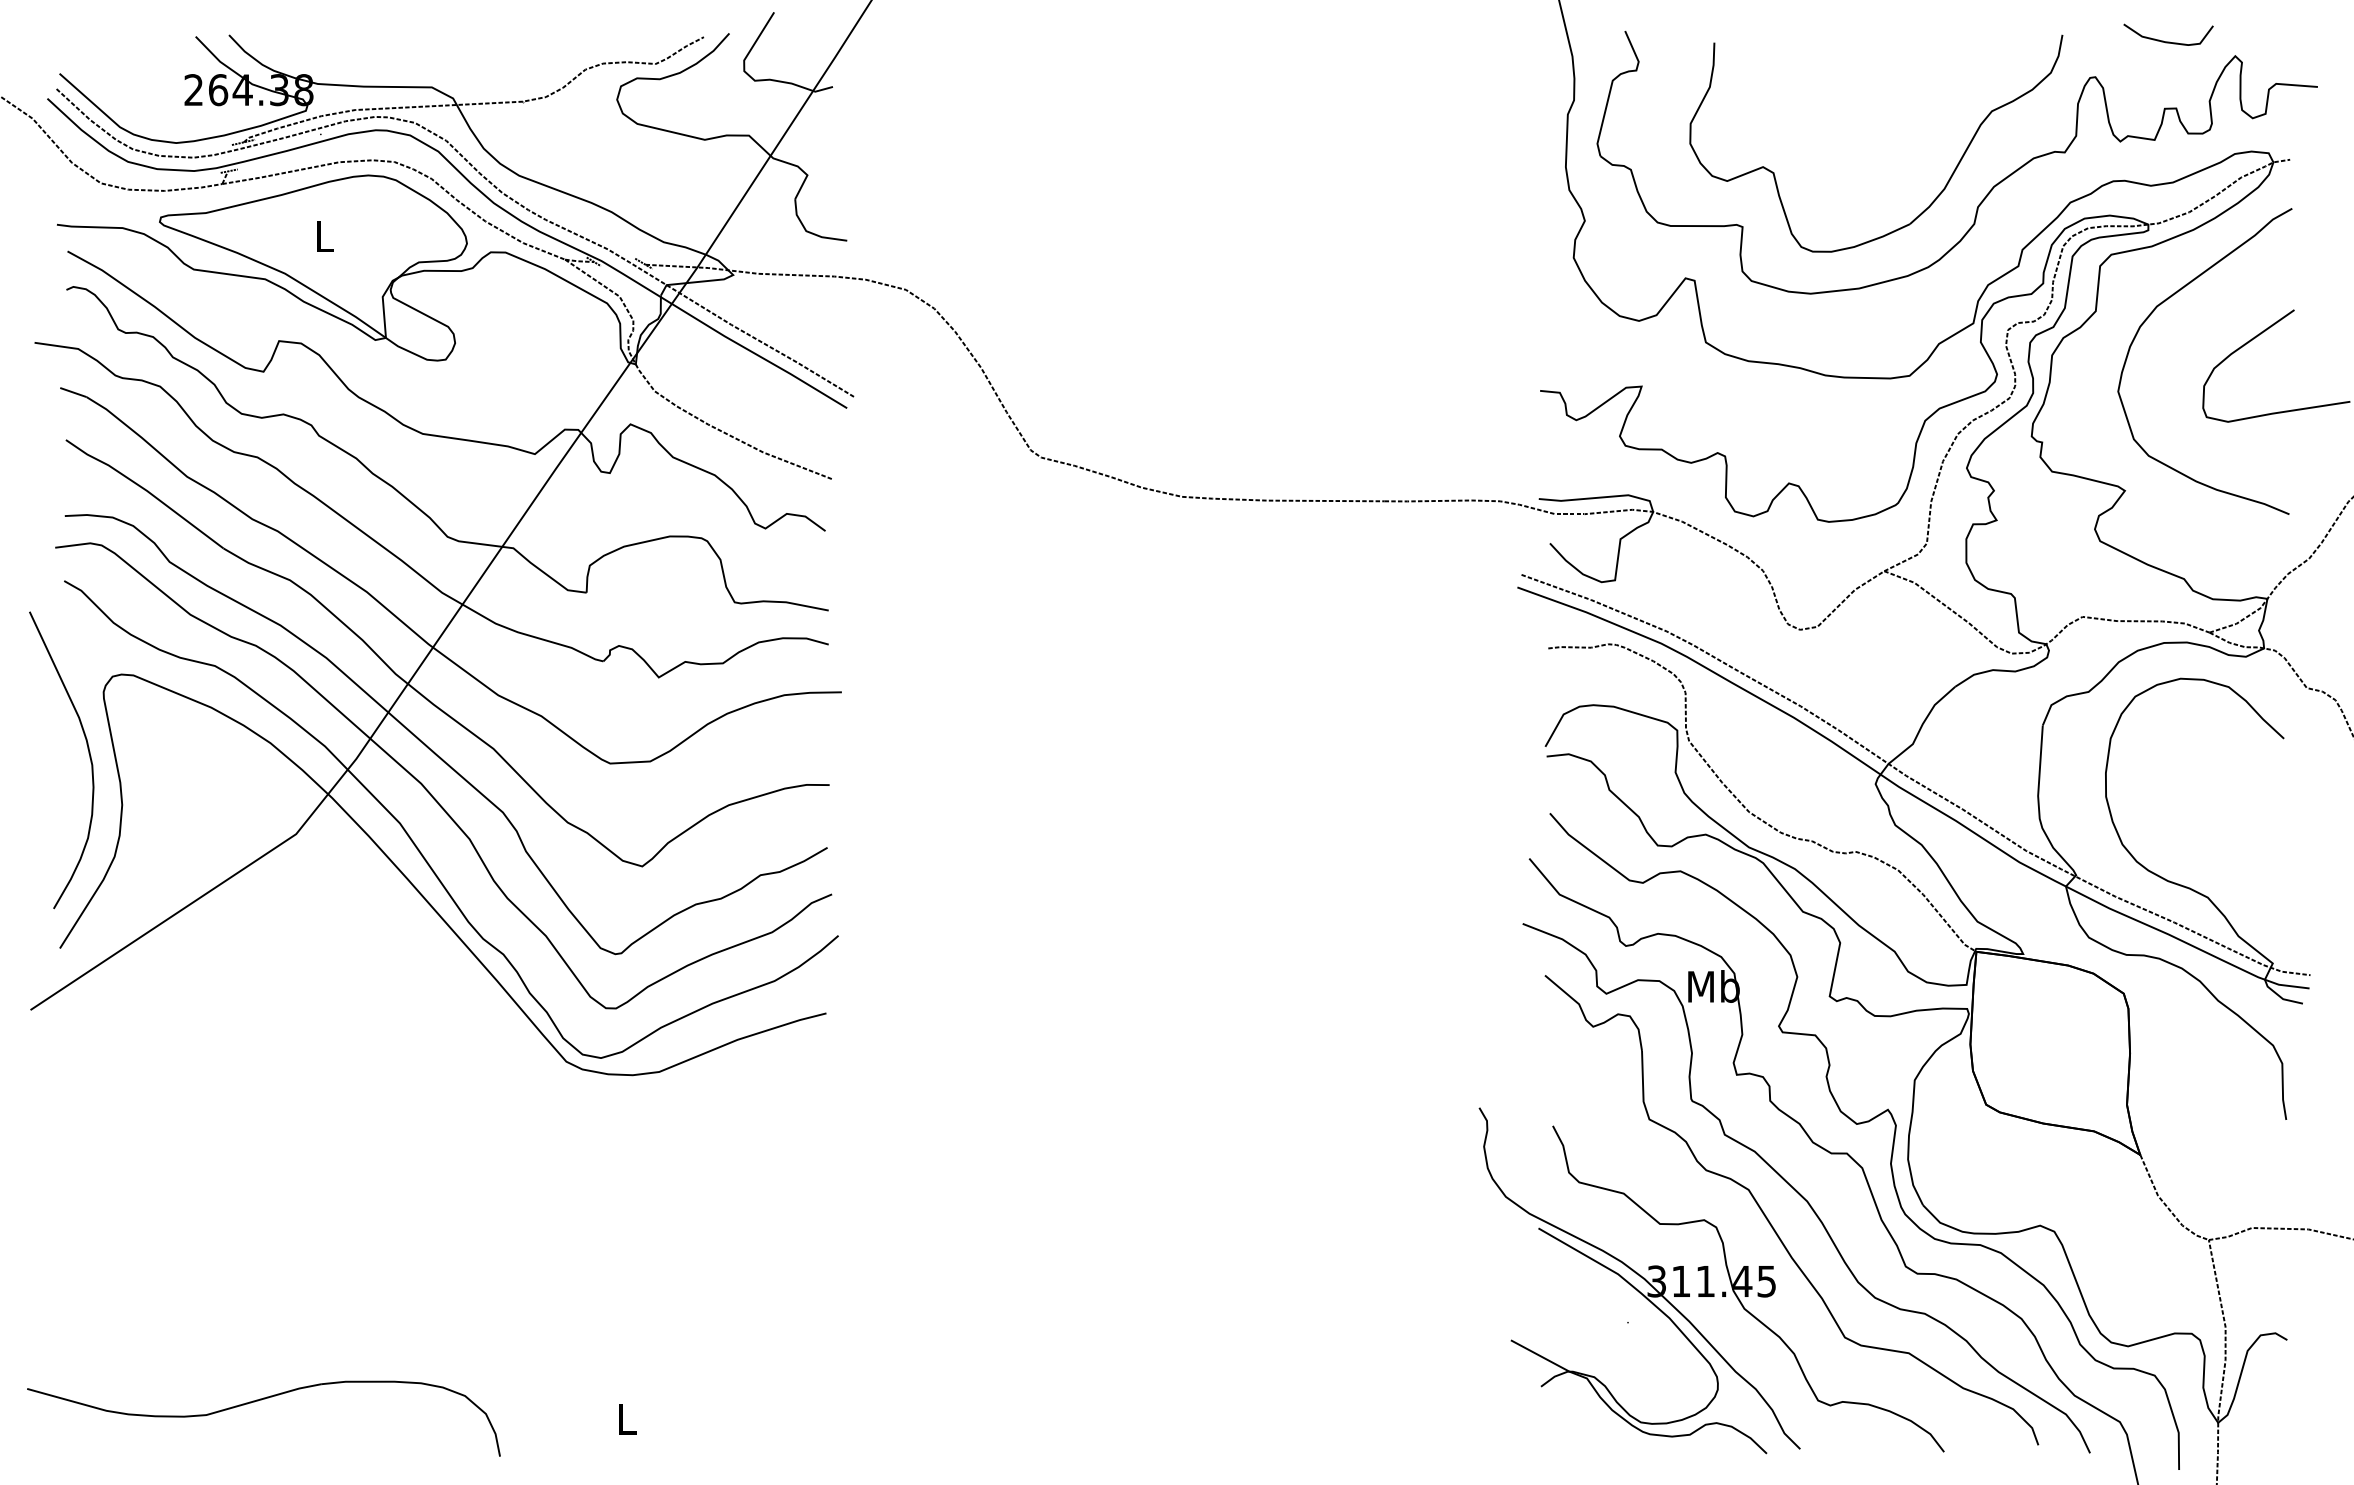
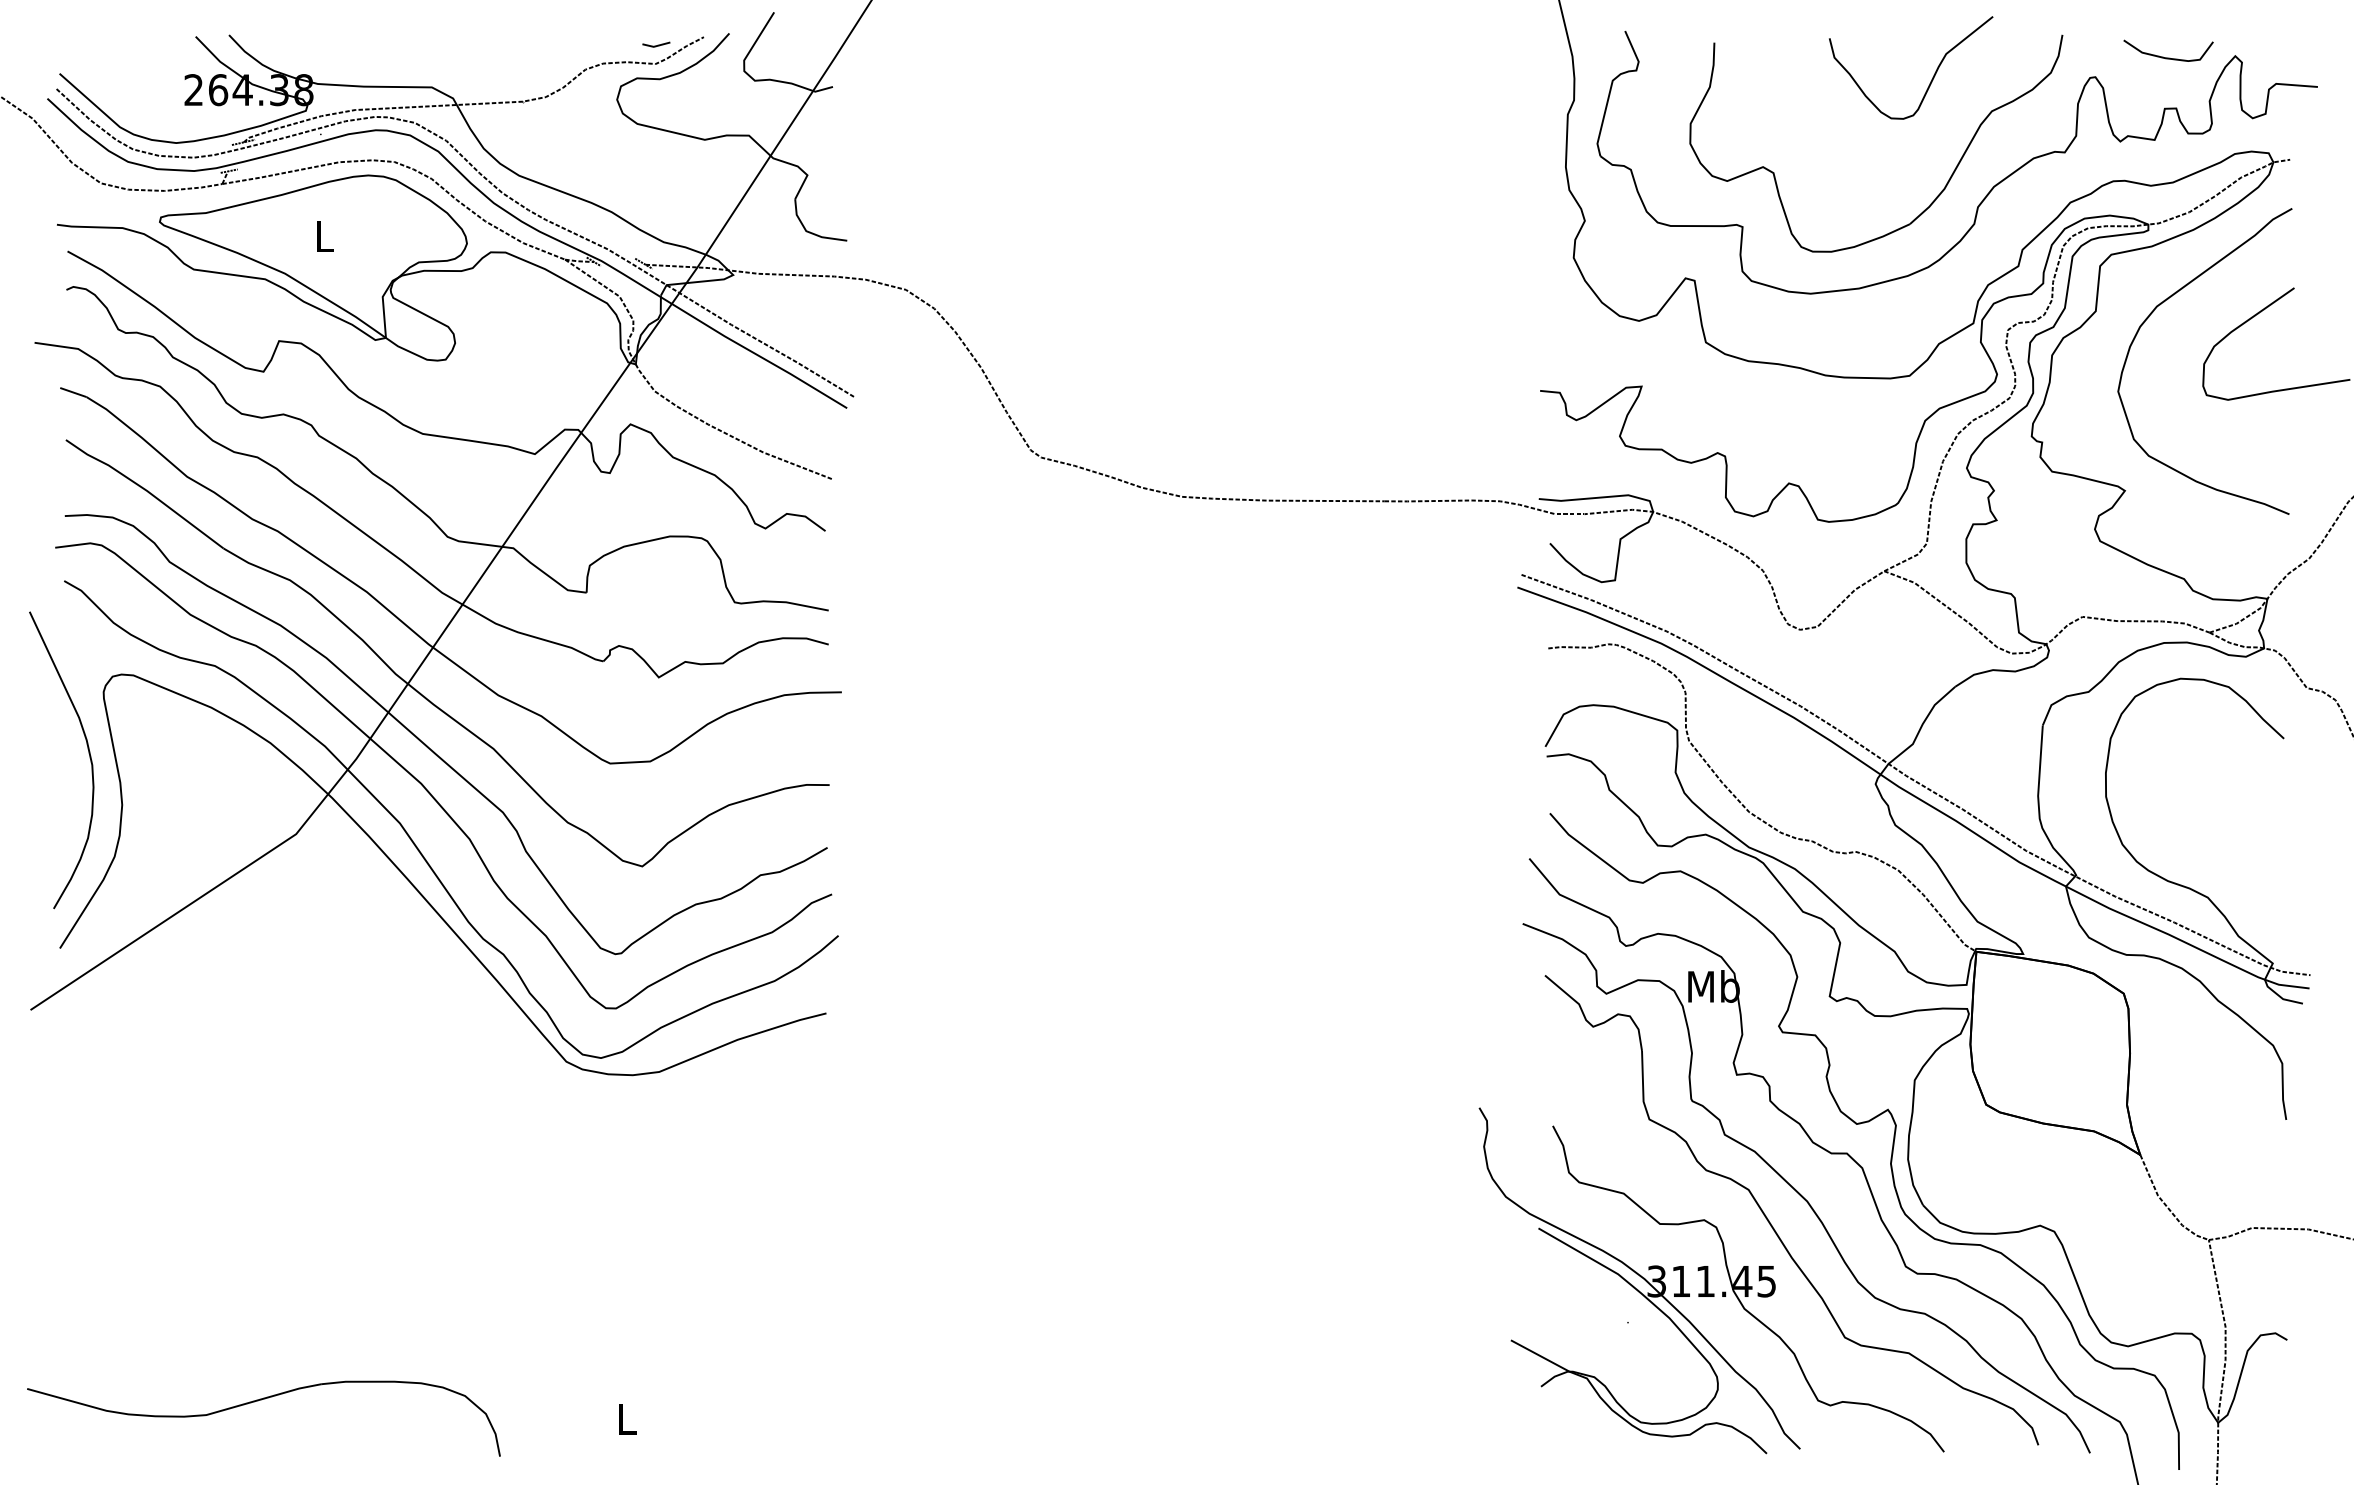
curve at (2168, 41) position: (2168, 41) -> (2168, 57)
line at (657, 44): none -> present
curve at (1932, 77): none -> present
curve at (2258, 336) position: (2258, 336) -> (2258, 314)
